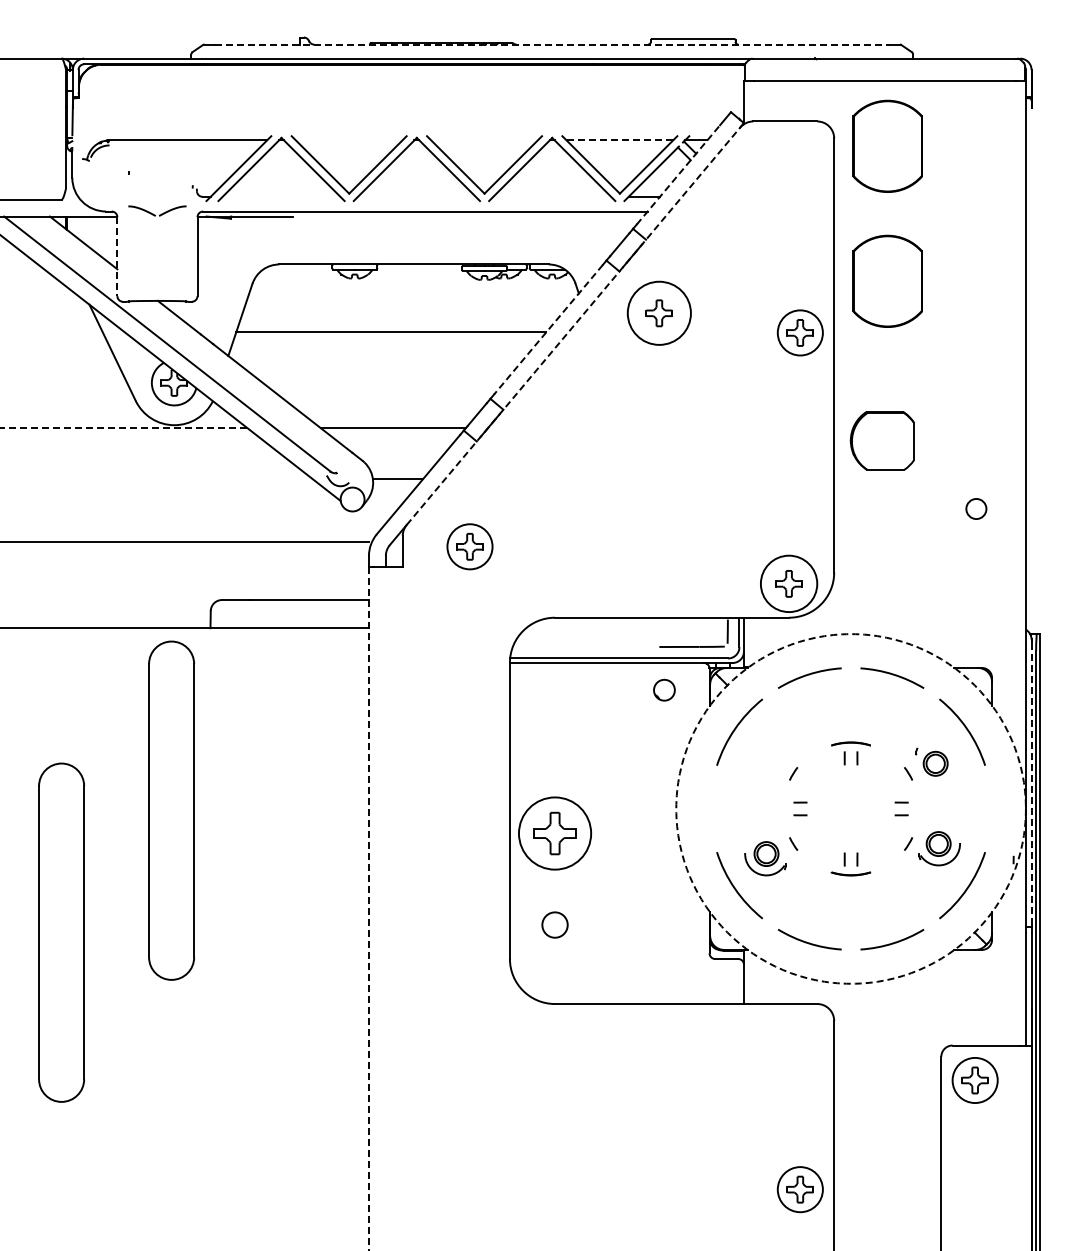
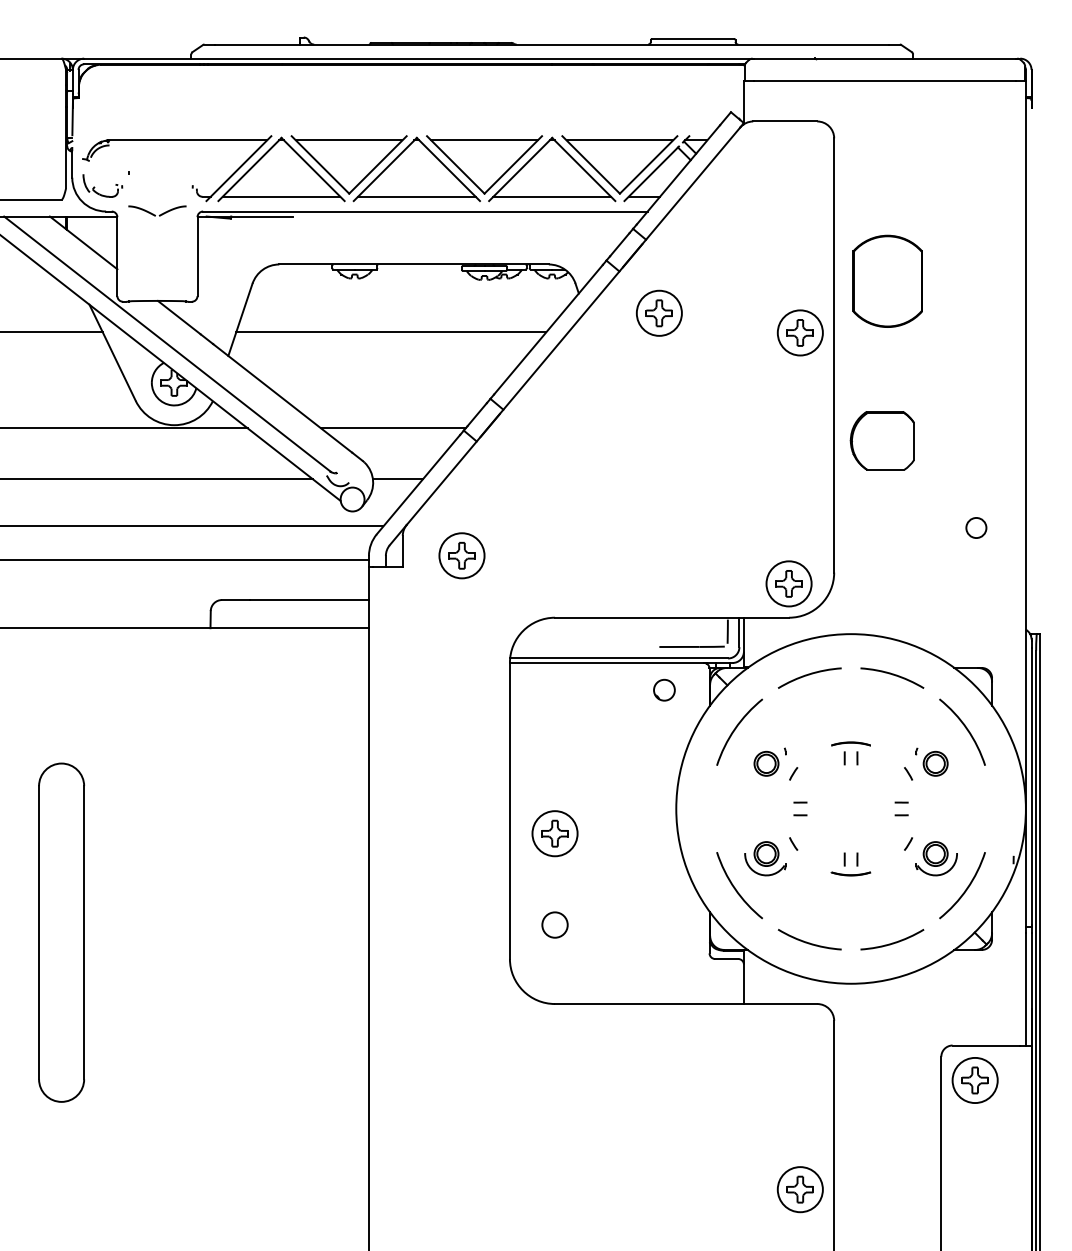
line at (552, 44): dashed -> solid
line at (348, 140): none -> present
line at (484, 140): none -> present
line at (619, 140): dashed -> solid
part at (887, 145): present -> none
line at (678, 174): dashed -> solid
part at (95, 187): none -> present
line at (281, 196): none -> present
line at (416, 196): none -> present
line at (552, 196): none -> present
line at (117, 257): dashed -> solid
circle at (658, 312) diameter: 63 px -> 45 px
line at (573, 325): dashed -> solid
line at (548, 329): dashed -> solid
line at (52, 332): none -> present
line at (124, 428): dashed -> solid
line at (157, 479): none -> present
circle at (976, 508) position: (976, 508) -> (976, 527)
line at (192, 526): none -> present
line at (185, 542) position: (185, 542) -> (185, 560)
part at (469, 546) position: (469, 546) -> (461, 555)
circle at (788, 583) diameter: 56 px -> 45 px
part at (769, 761): none -> present
line at (1031, 786): dashed -> solid
circle at (850, 808): dashed -> solid
part at (171, 810): present -> none
part at (555, 833) size: 75x75 px -> 48x48 px
part at (939, 848) position: (939, 848) -> (936, 858)
line at (368, 909): dashed -> solid
